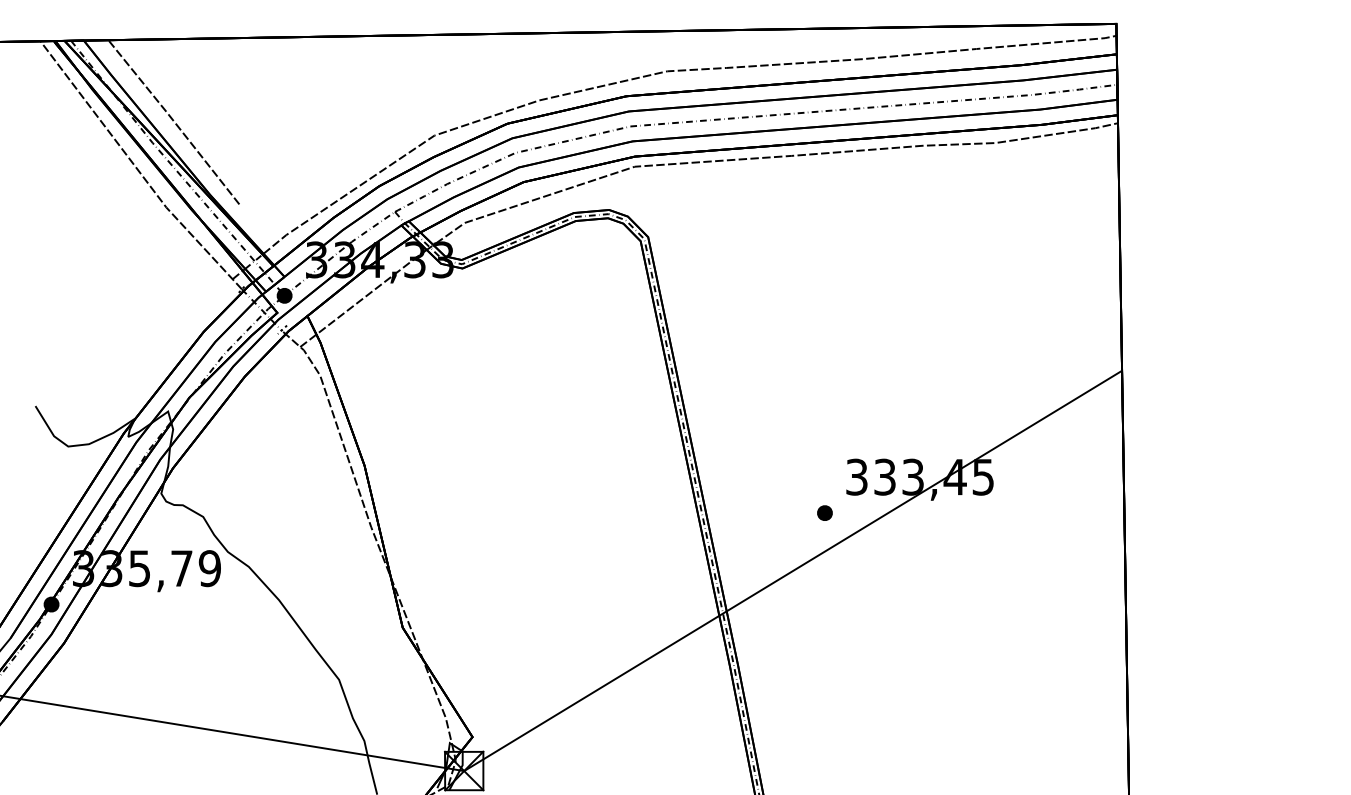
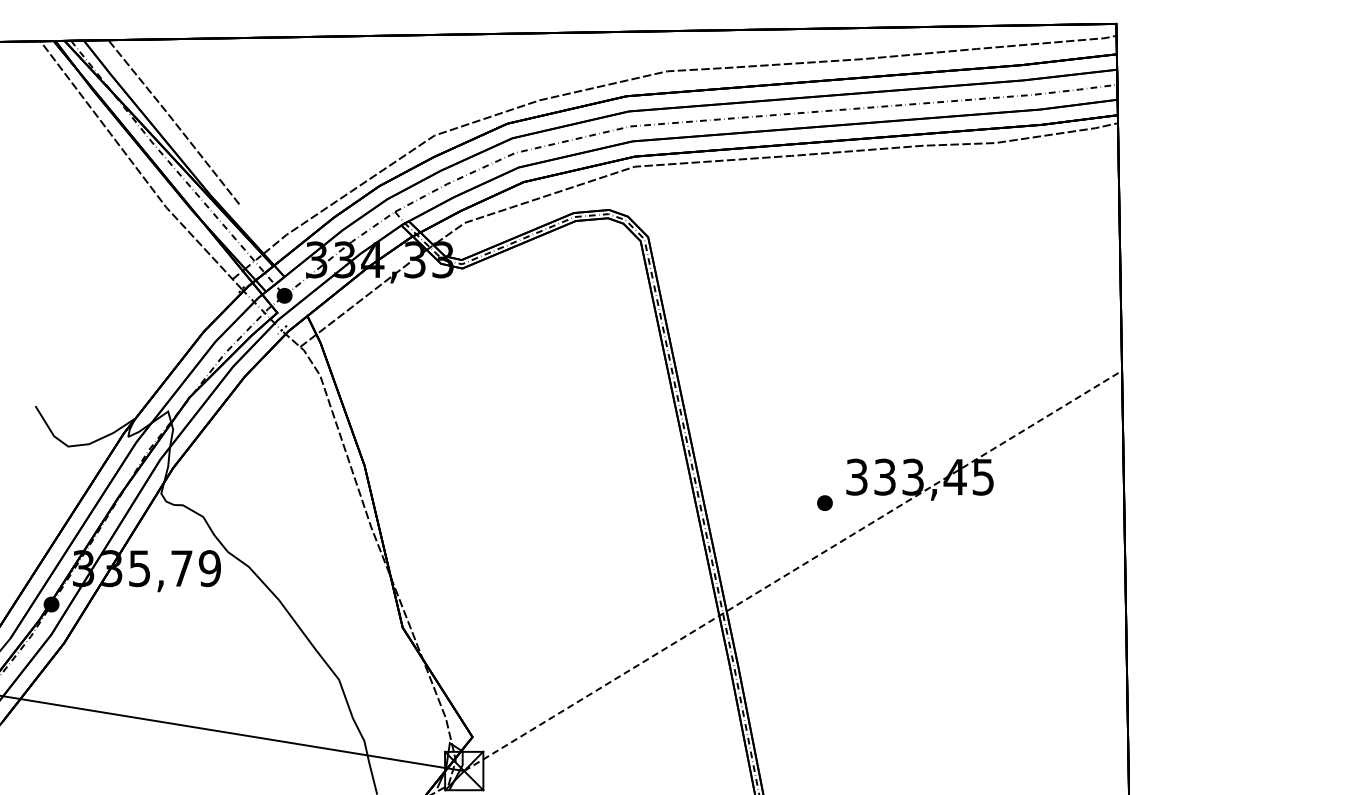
part at (824, 512) position: (824, 512) -> (824, 502)
line at (793, 570): solid -> dashed
